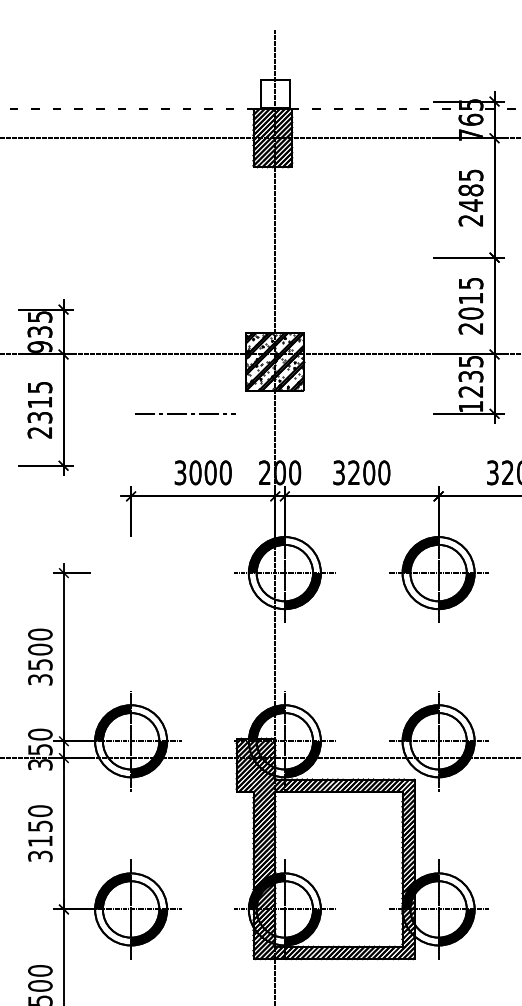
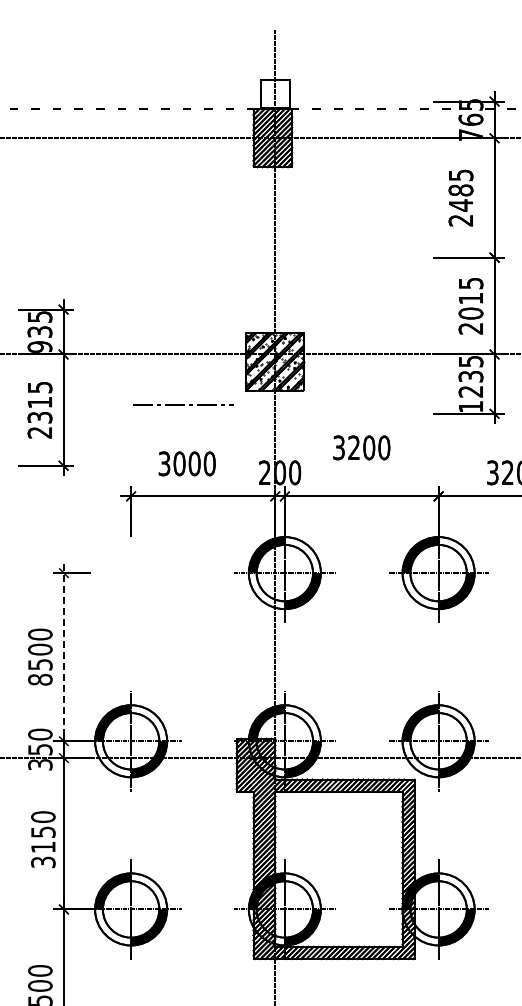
text at (470, 197) position: (470, 197) -> (460, 197)
line at (185, 413) position: (185, 413) -> (183, 404)
text at (202, 472) position: (202, 472) -> (186, 463)
text at (361, 472) position: (361, 472) -> (361, 447)
line at (63, 657): solid -> dashed
text at (40, 679): 3500 -> 8500
text at (40, 833) position: (40, 833) -> (43, 839)
